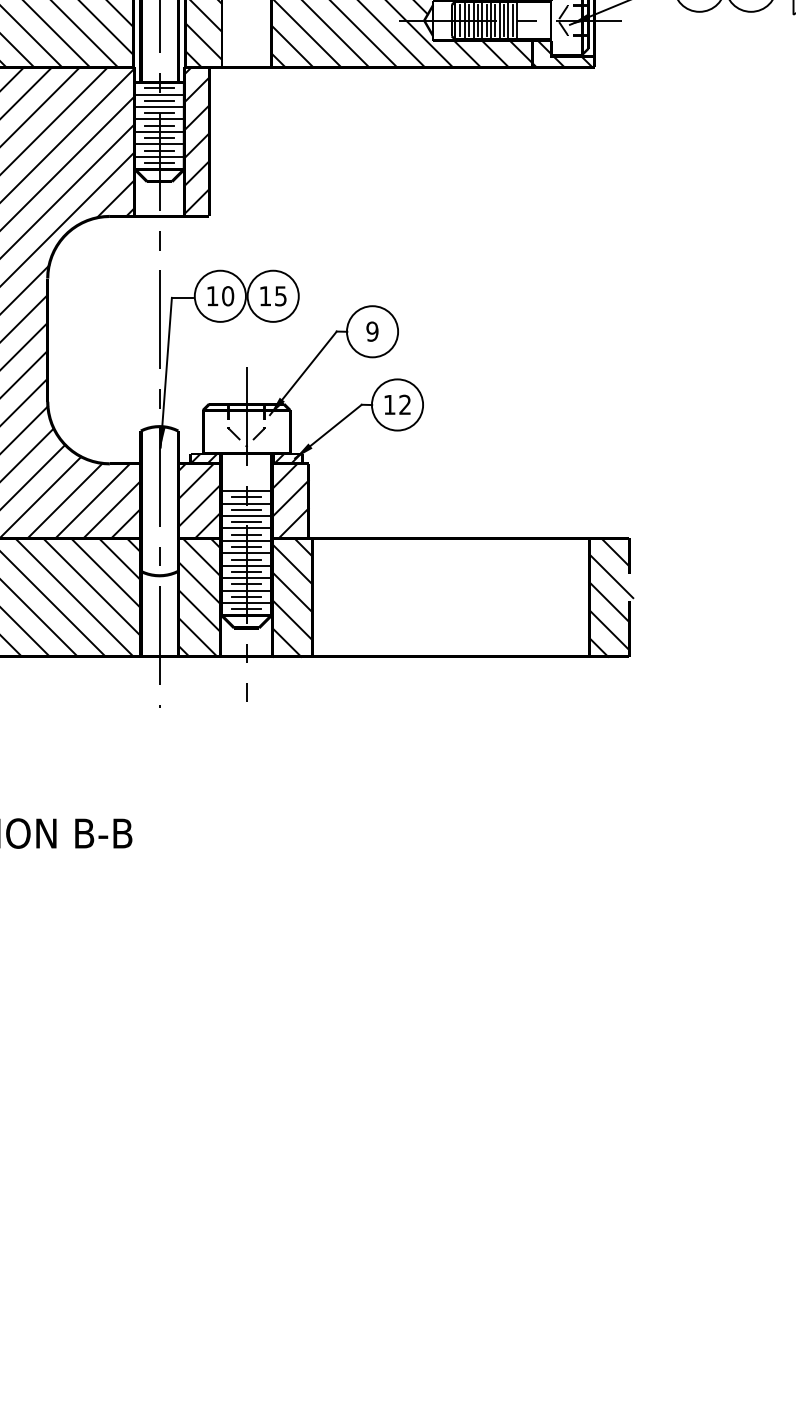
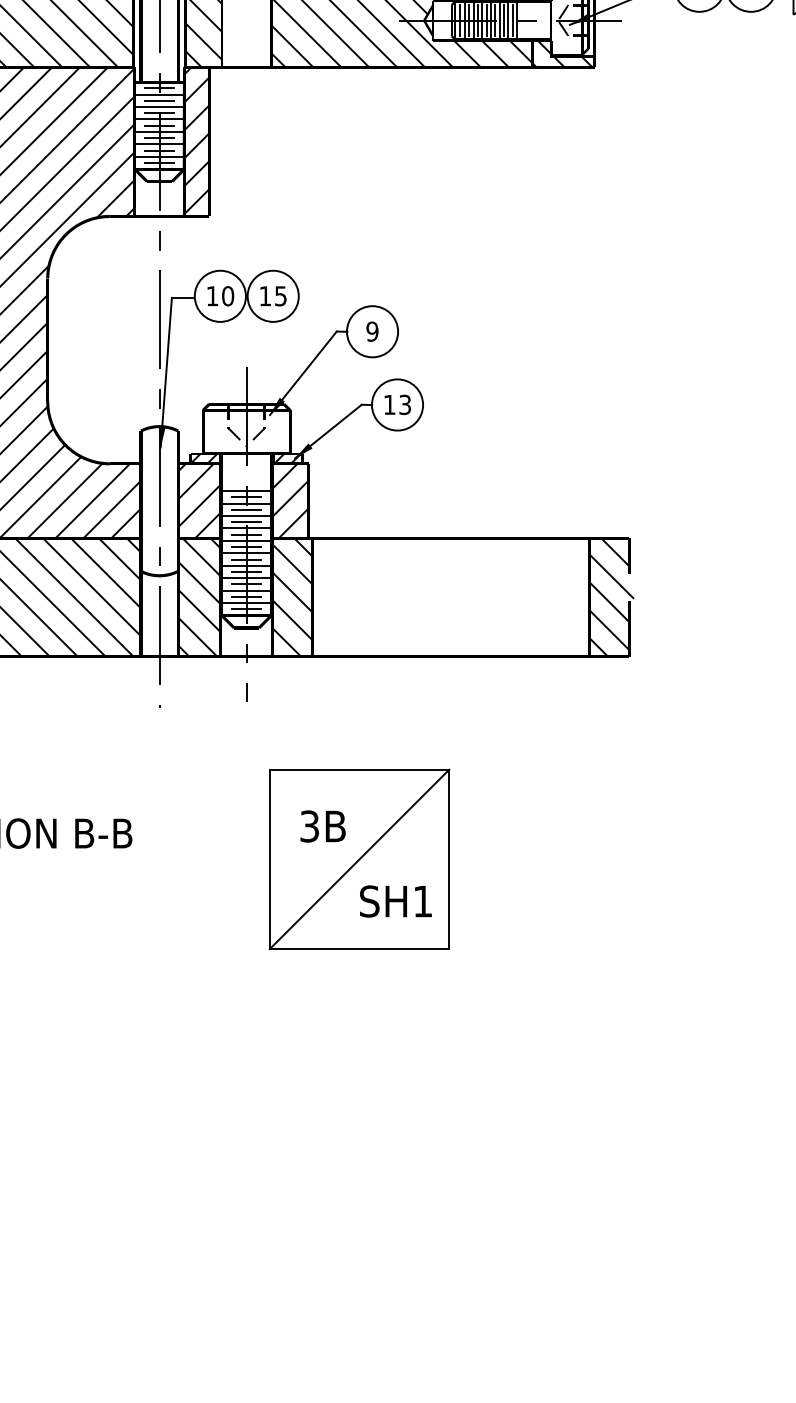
text at (404, 405): 12 -> 13
part at (359, 859): none -> present
